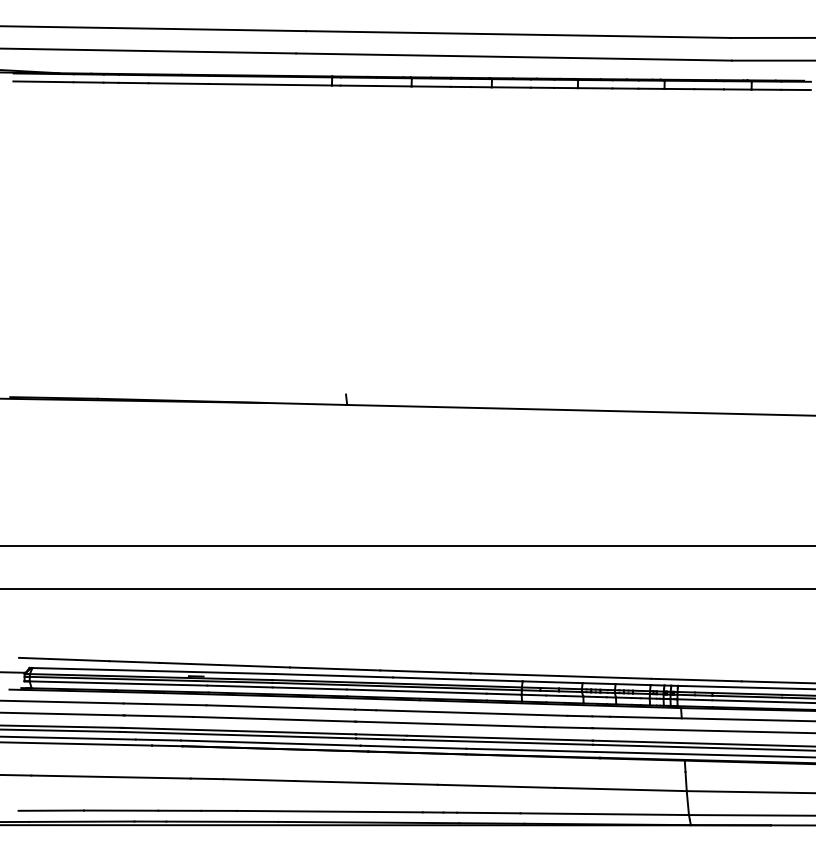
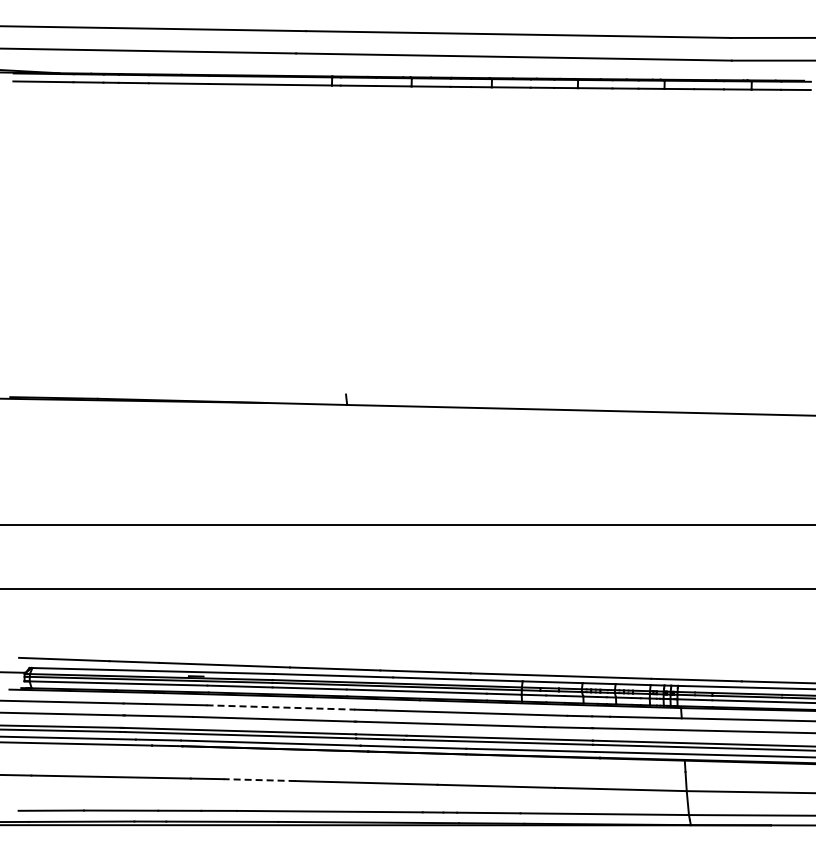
line at (407, 546) position: (407, 546) -> (407, 525)
line at (281, 707): solid -> dashed
line at (259, 780): solid -> dashed
